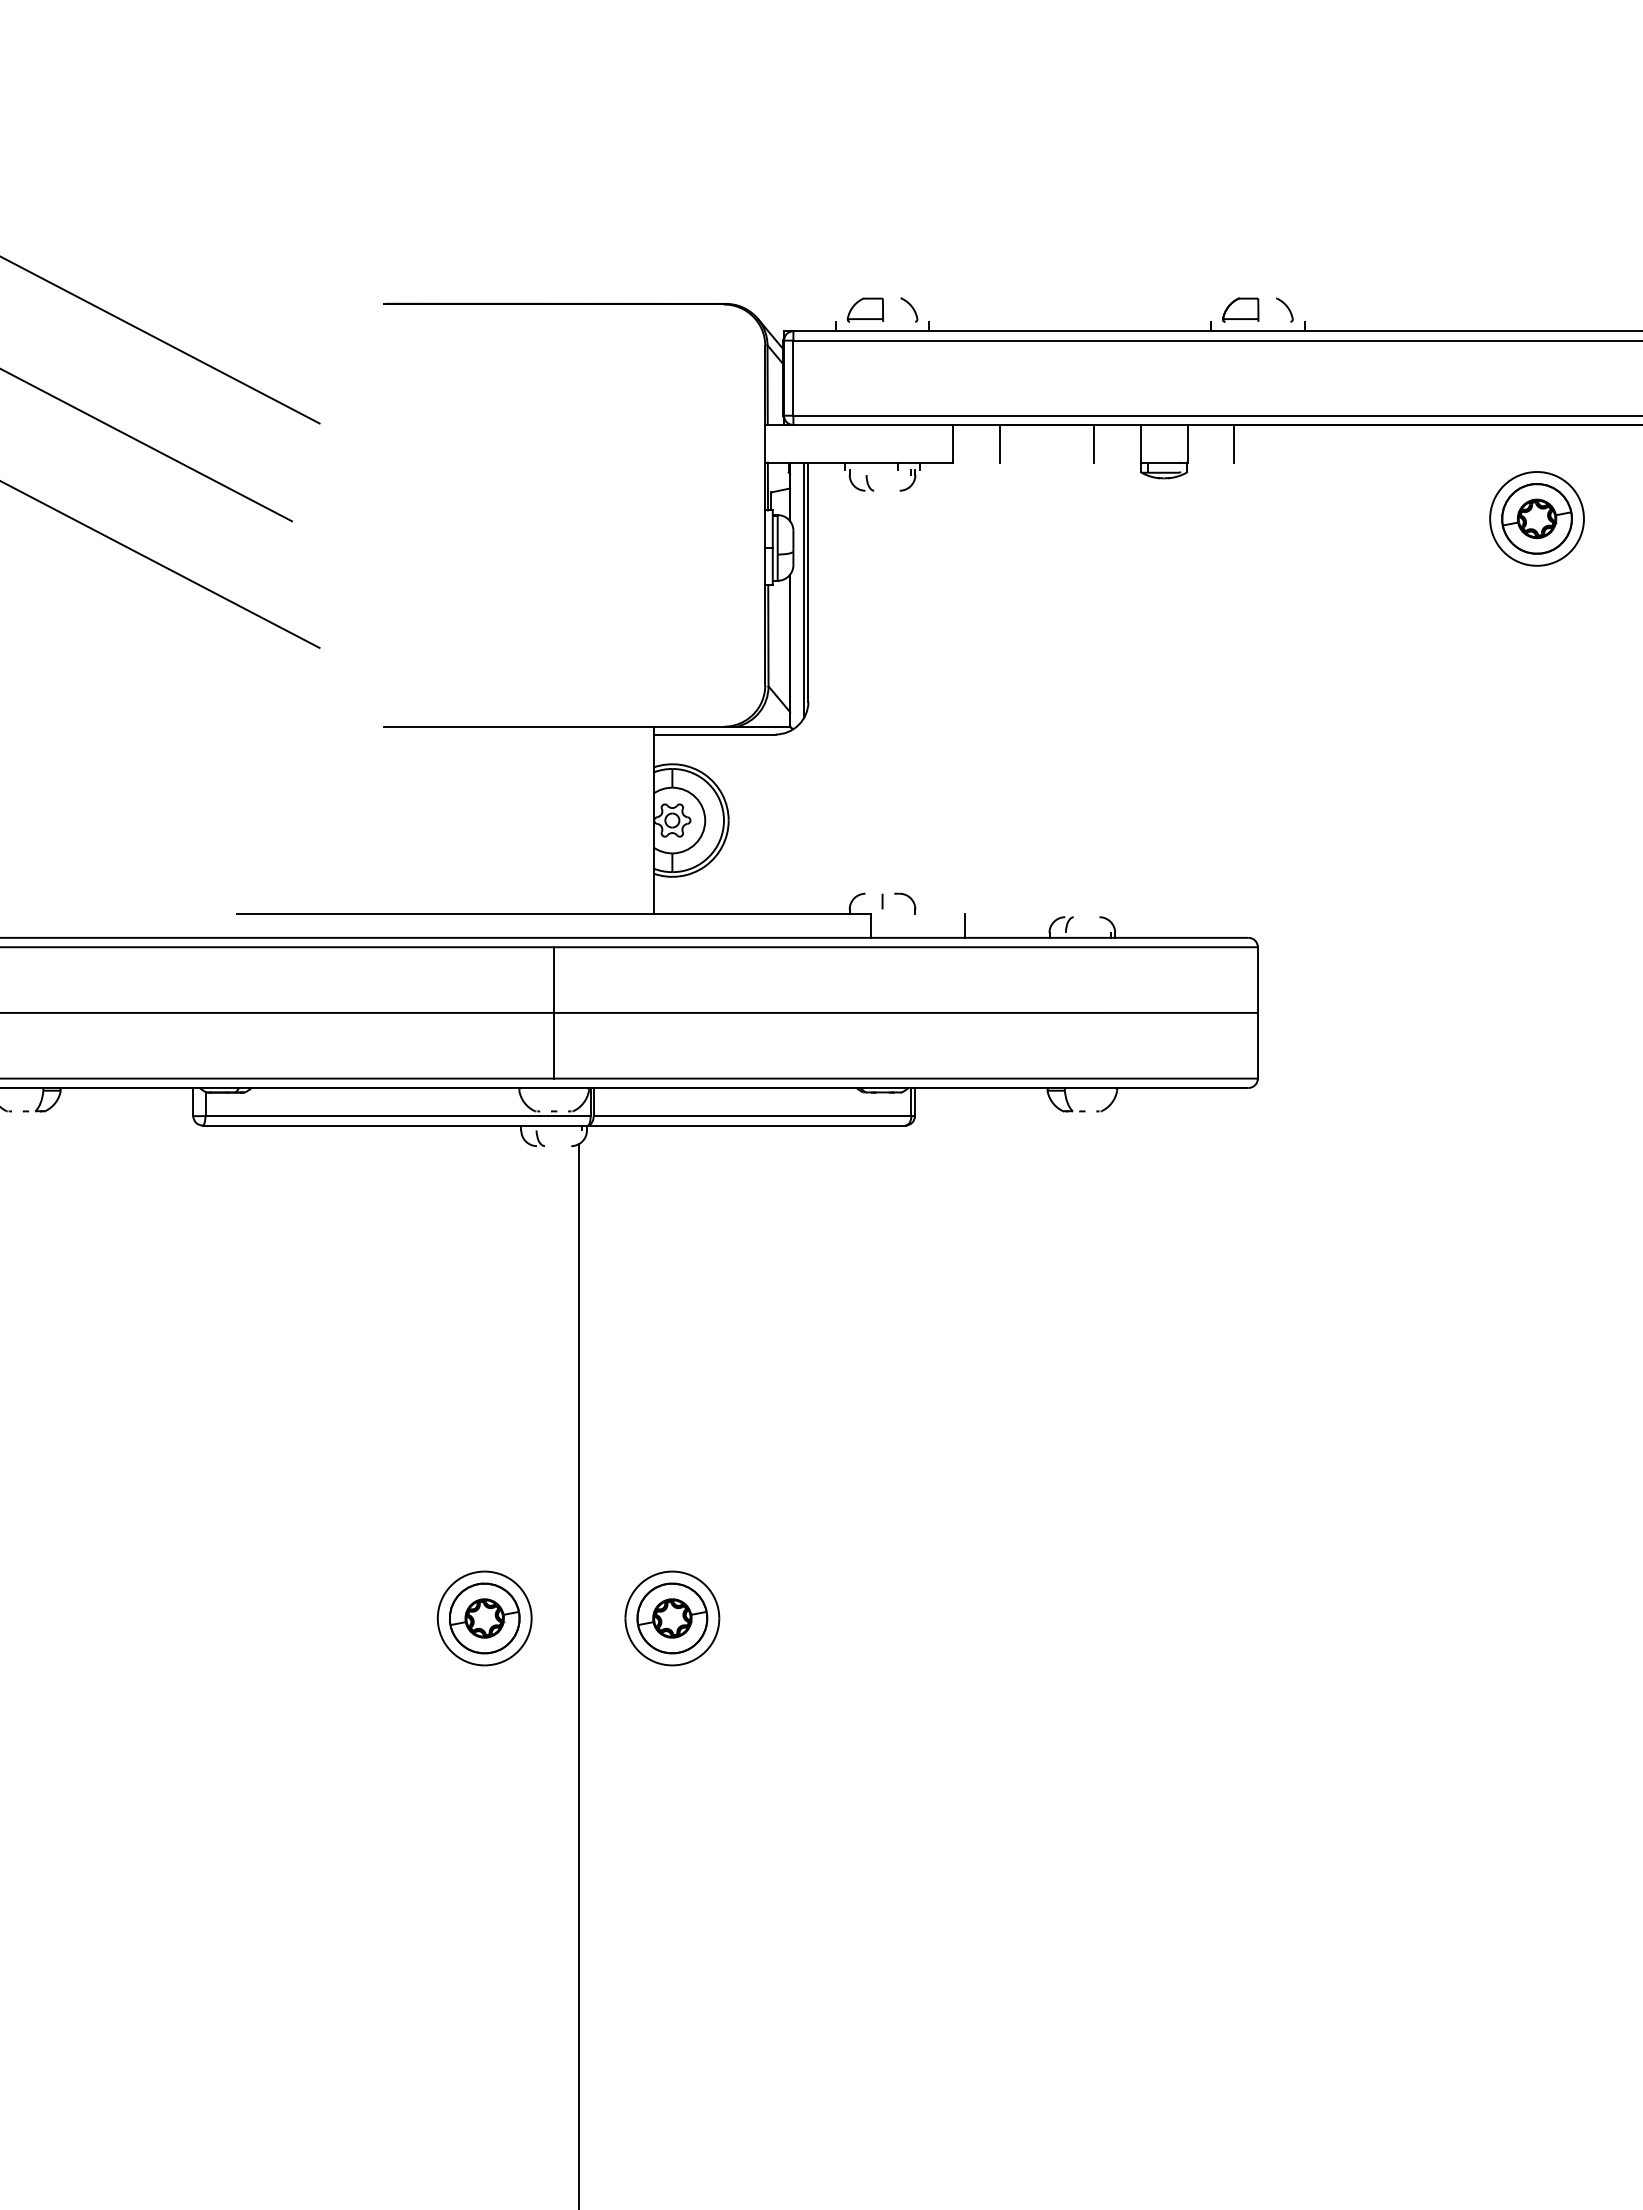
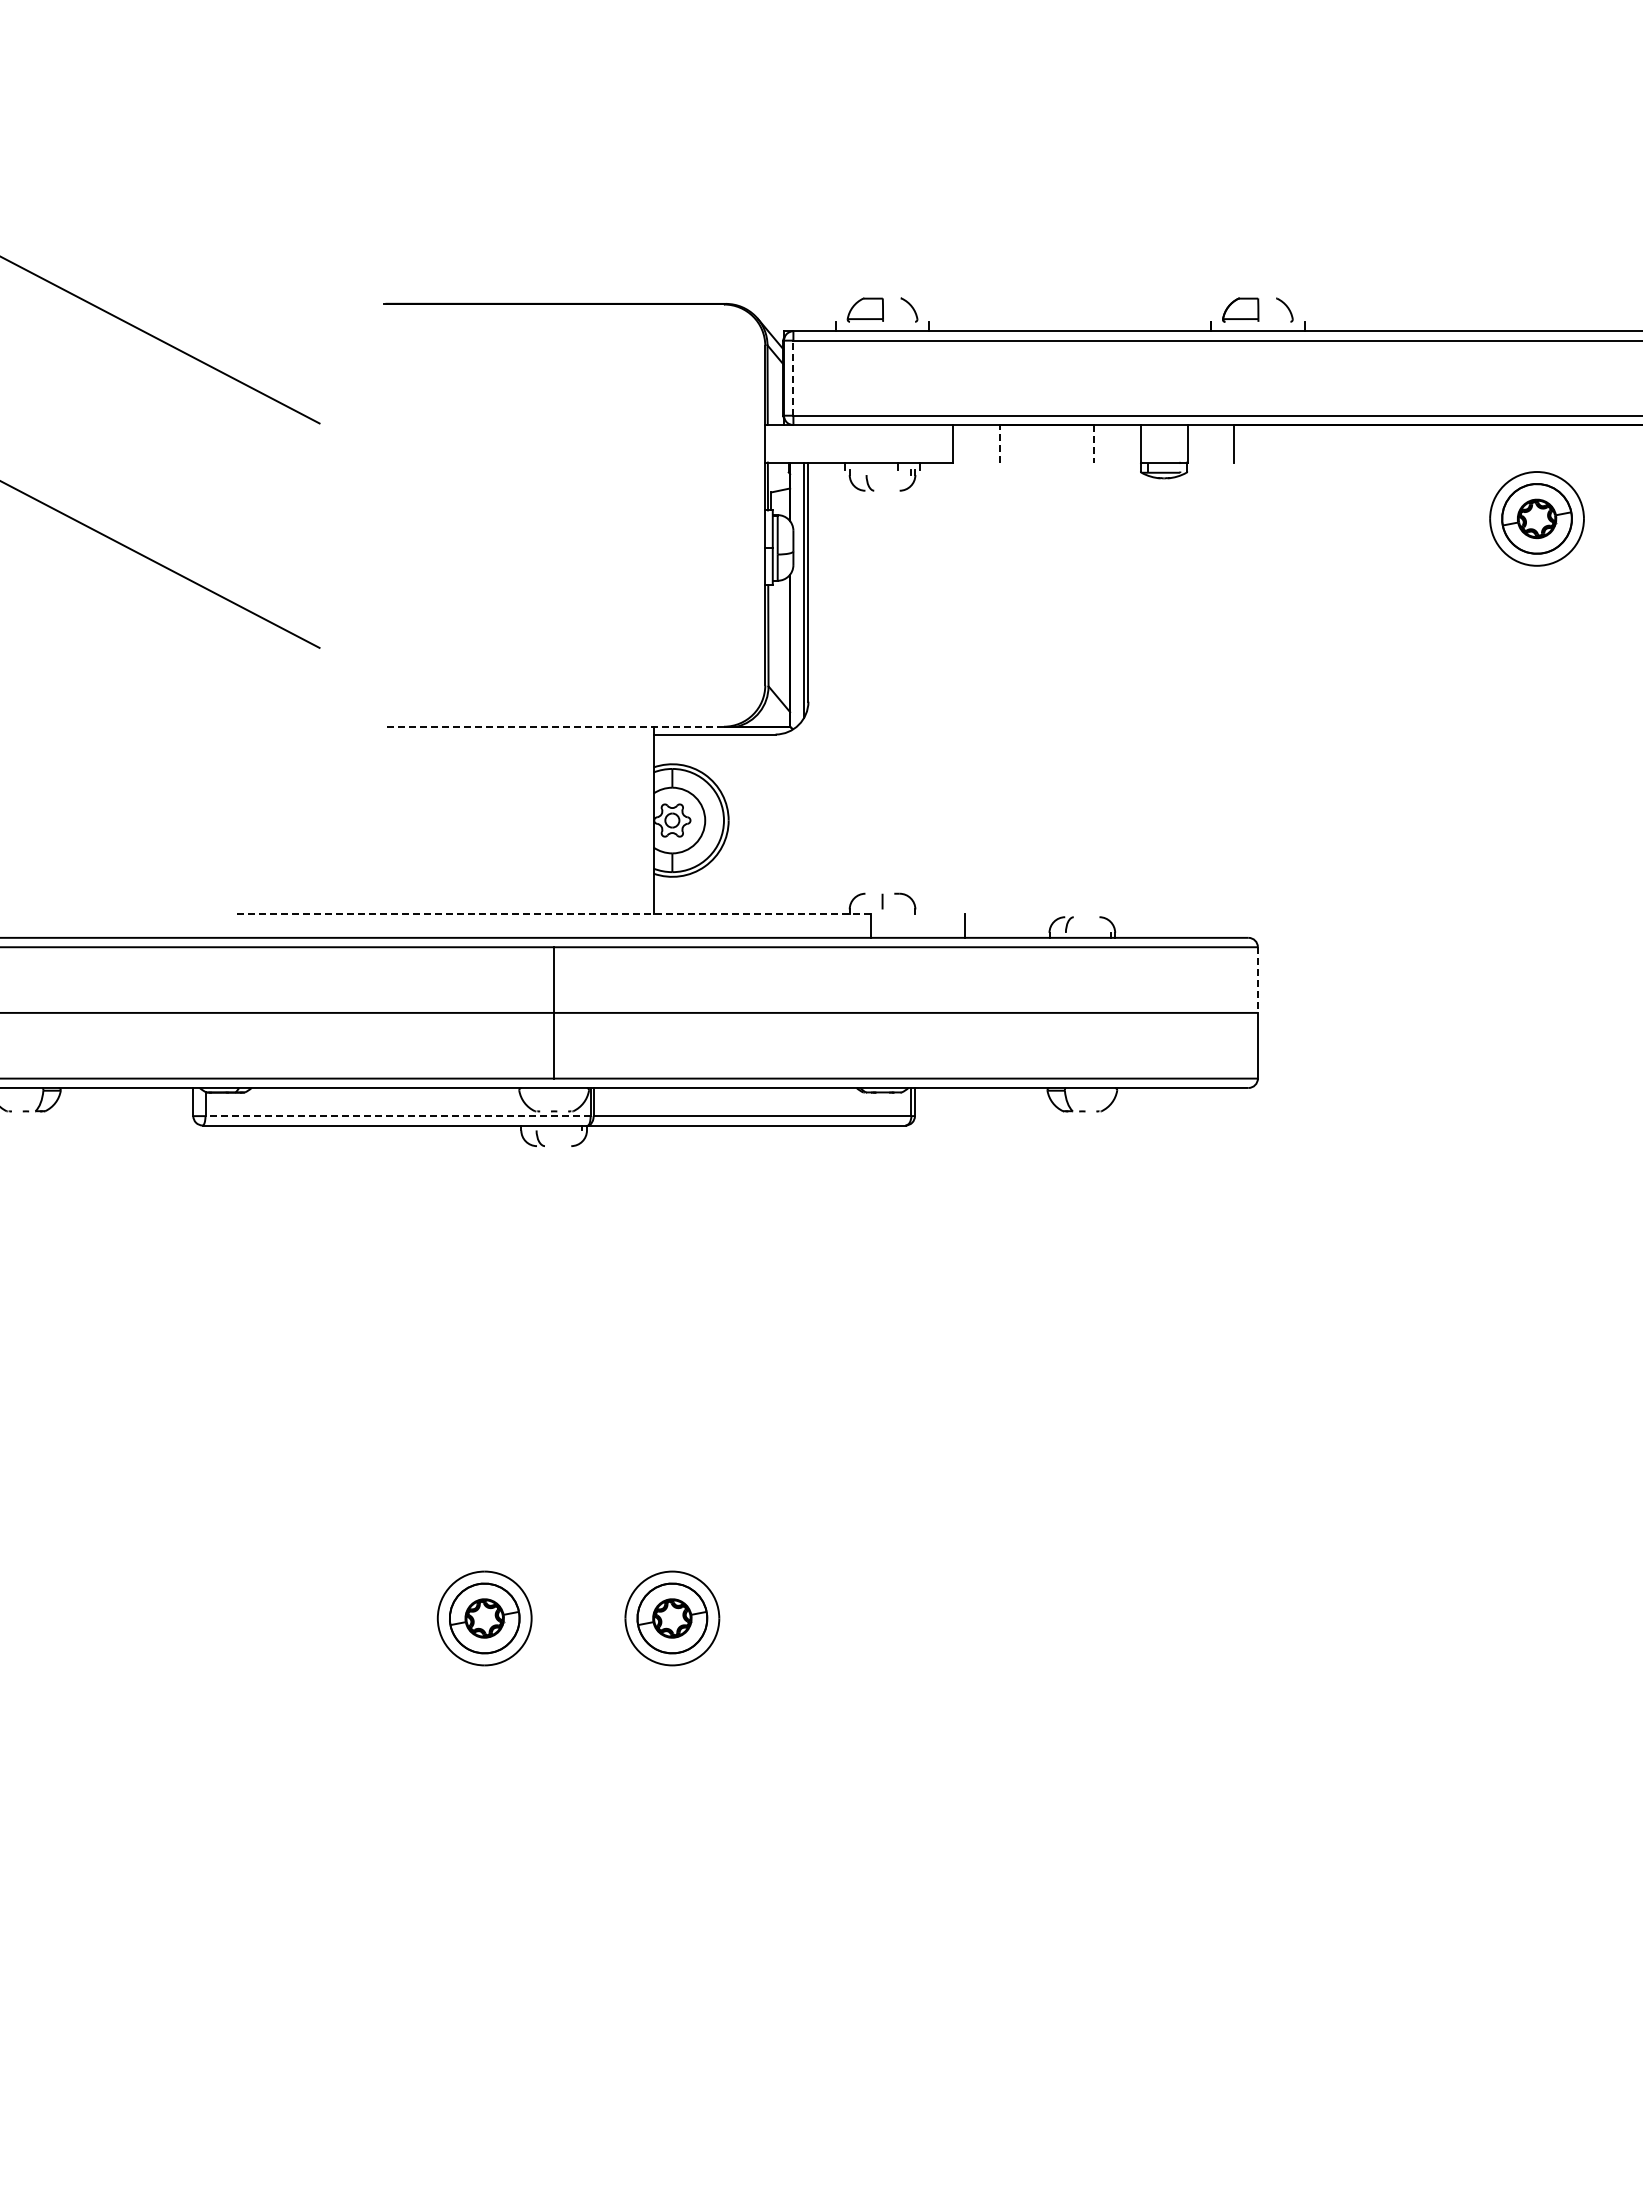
line at (793, 378): solid -> dashed
line at (999, 443): solid -> dashed
line at (1093, 443): solid -> dashed
line at (147, 445): present -> none
line at (554, 726): solid -> dashed
line at (554, 914): solid -> dashed
line at (1257, 980): solid -> dashed
line at (398, 1116): solid -> dashed
line at (578, 1675): present -> none
